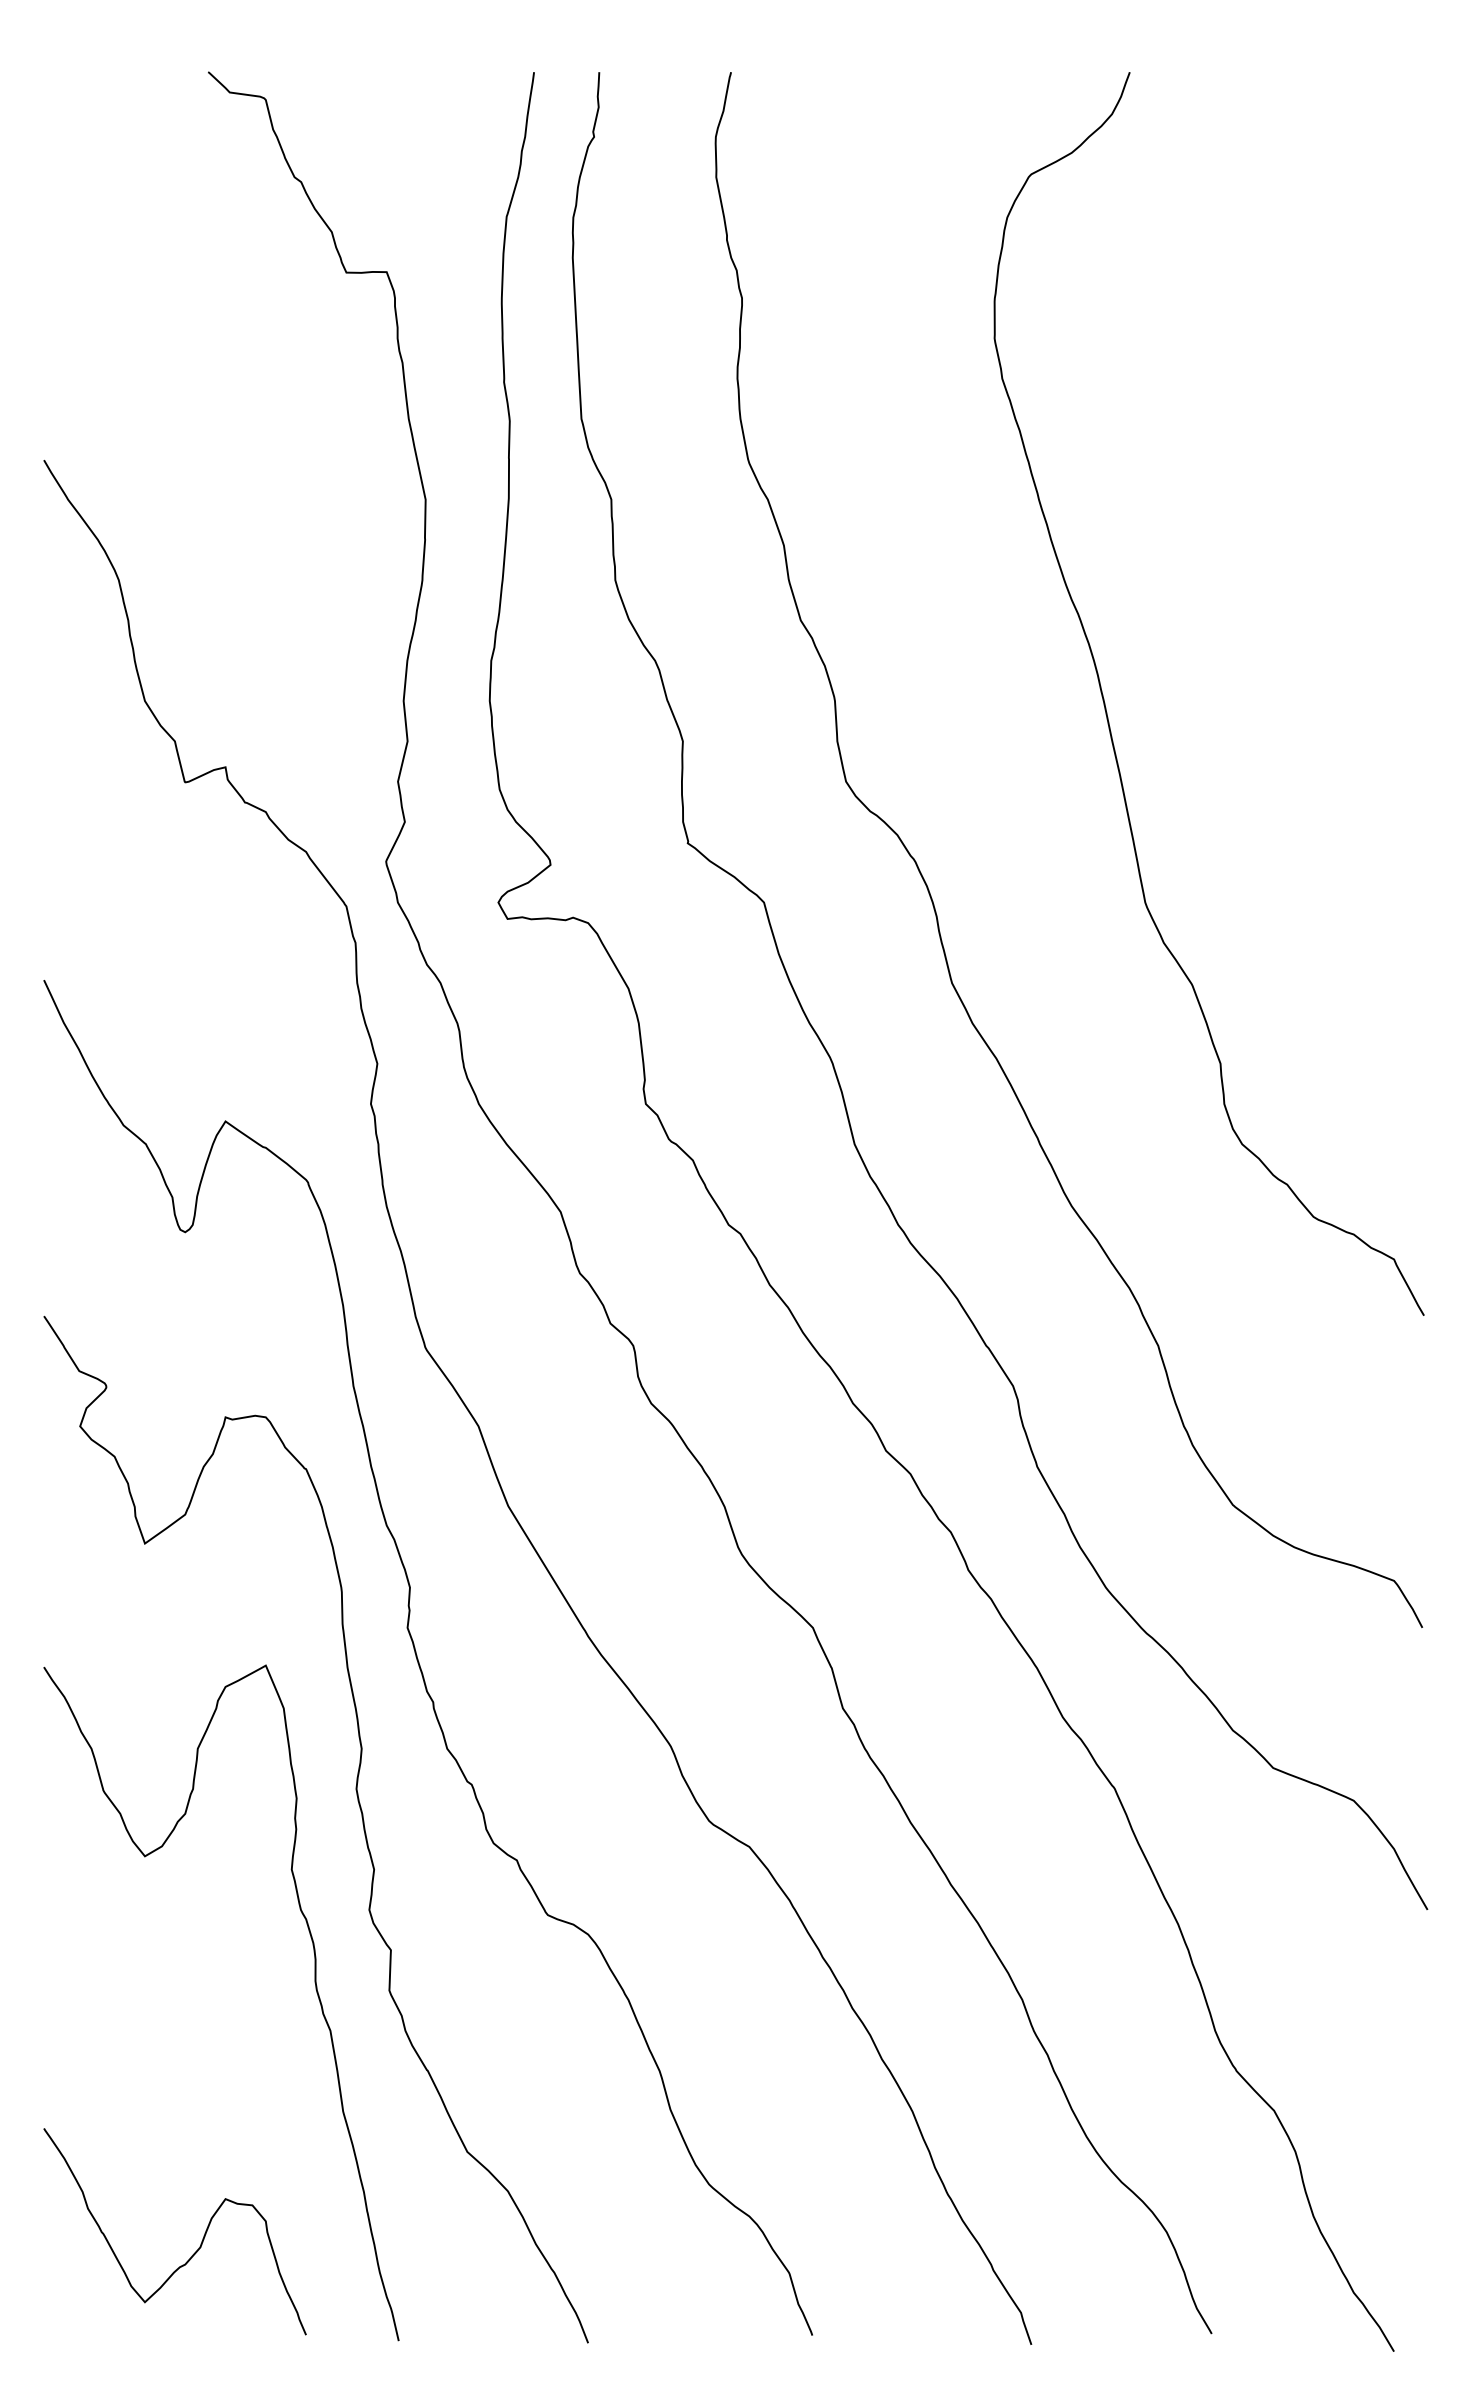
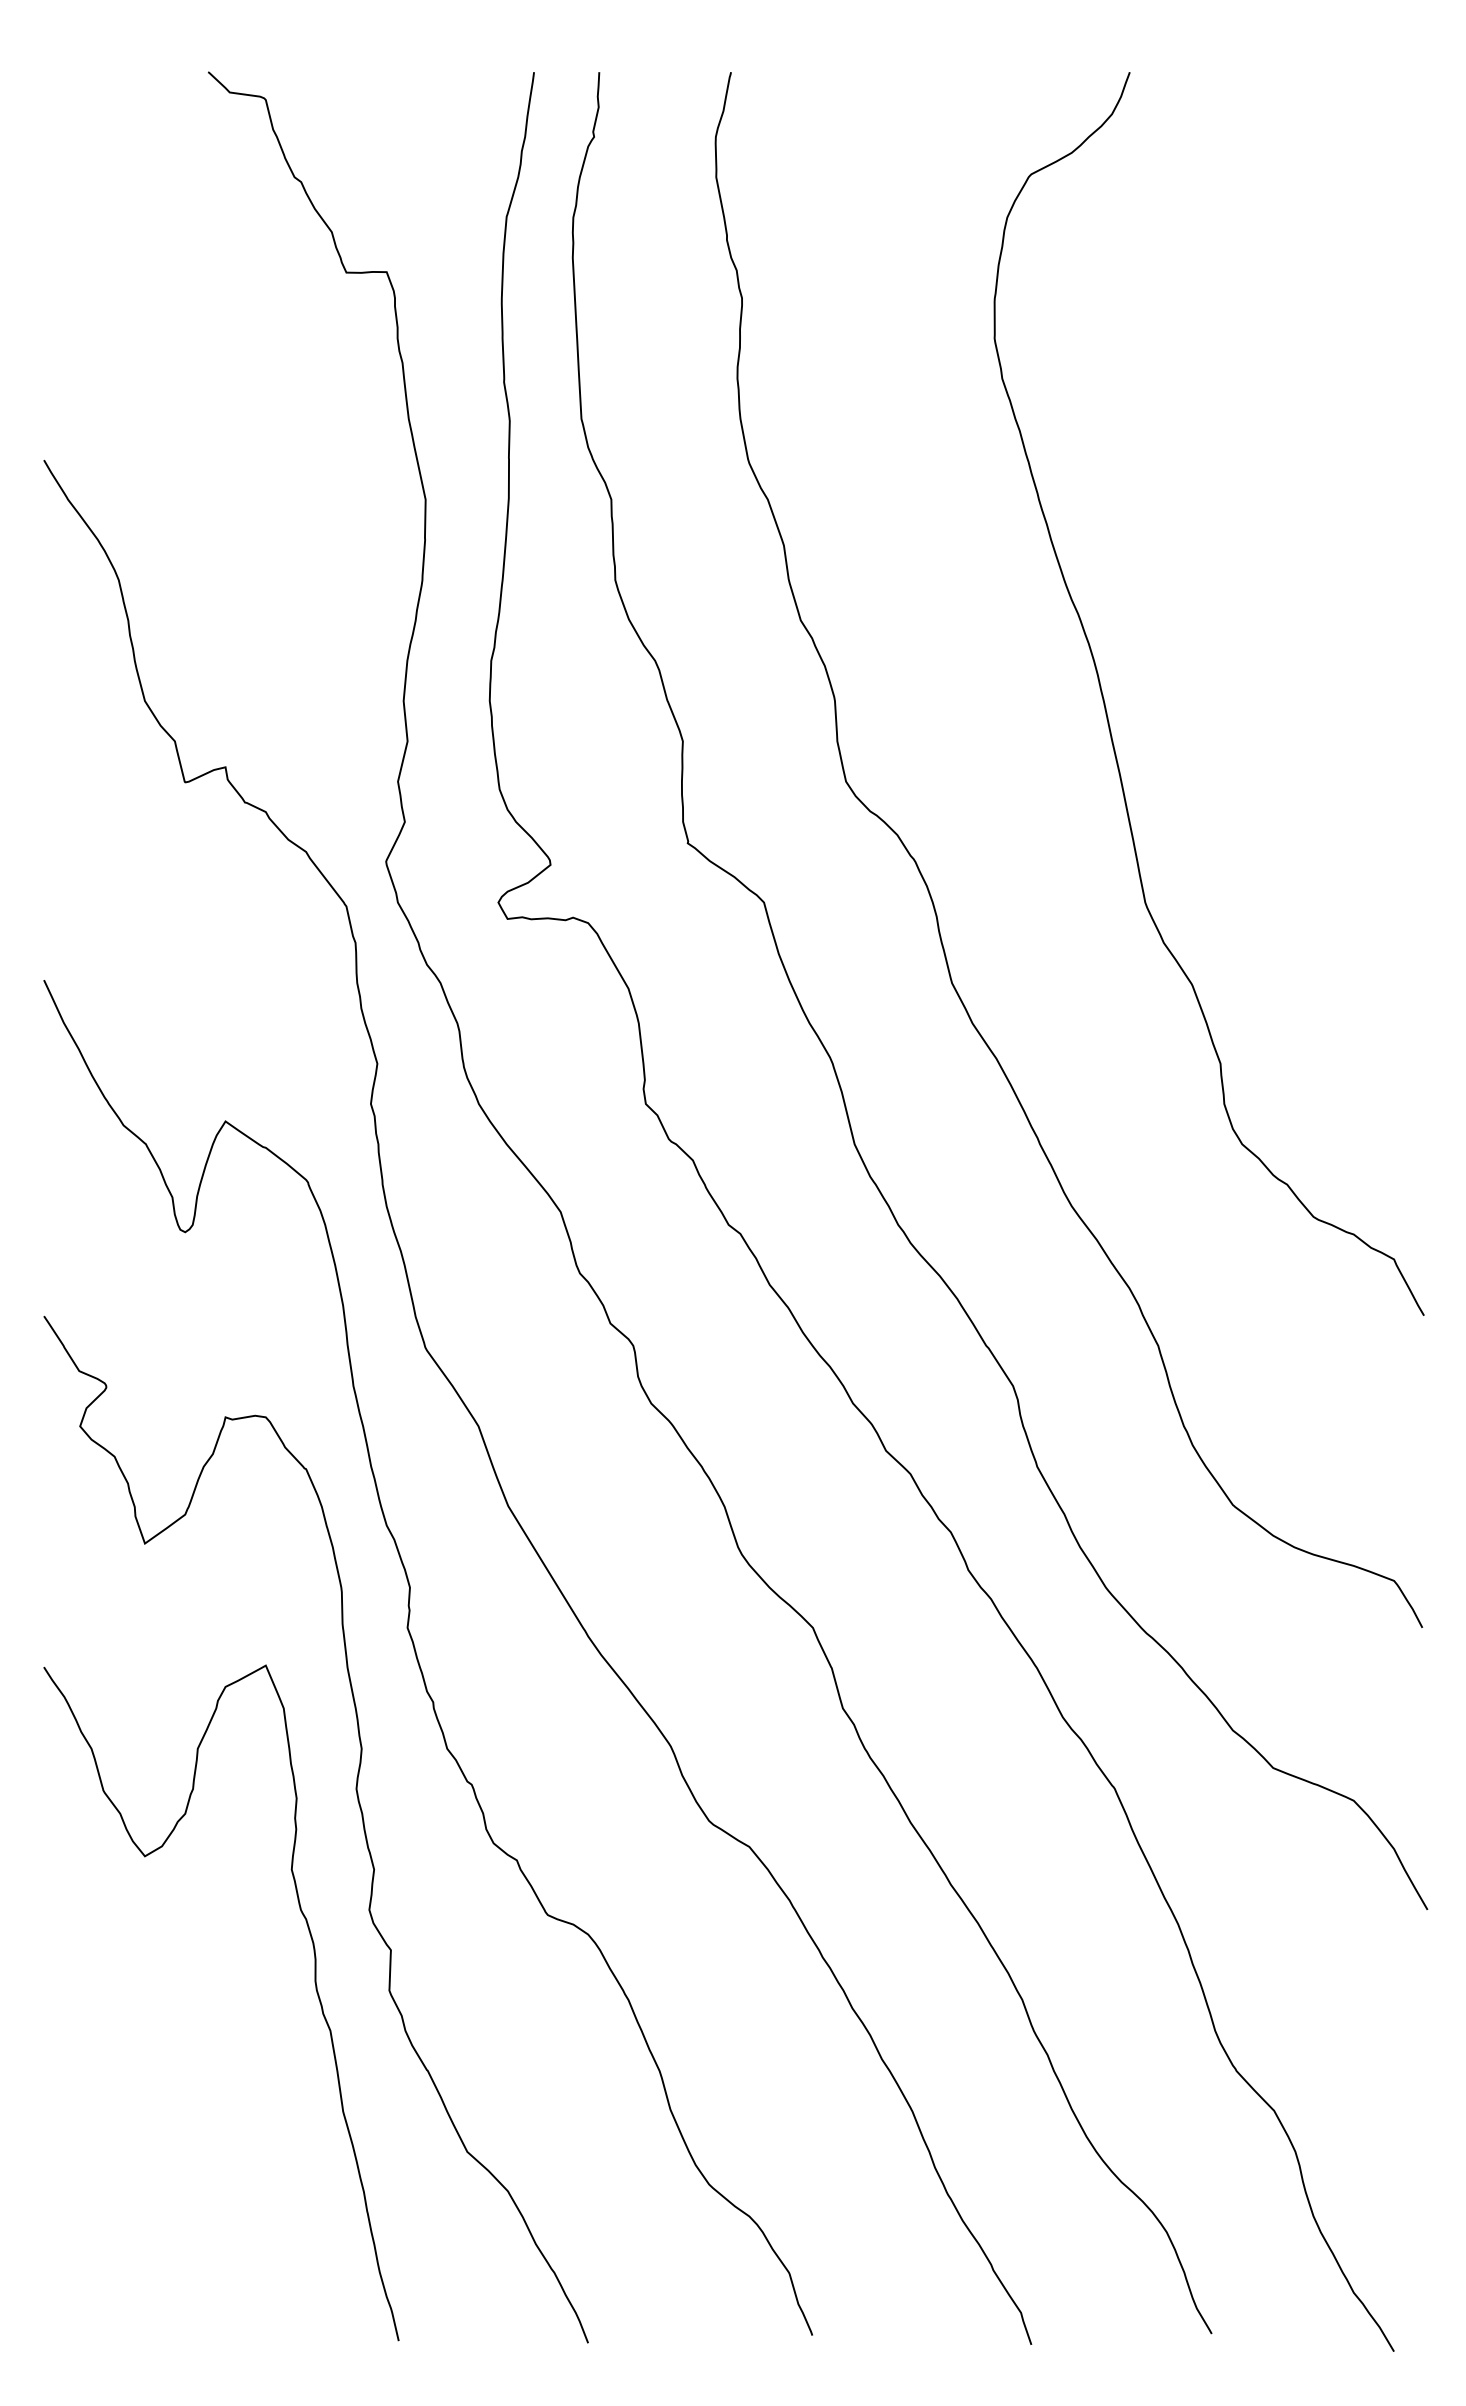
curve at (200, 2243): present -> none
